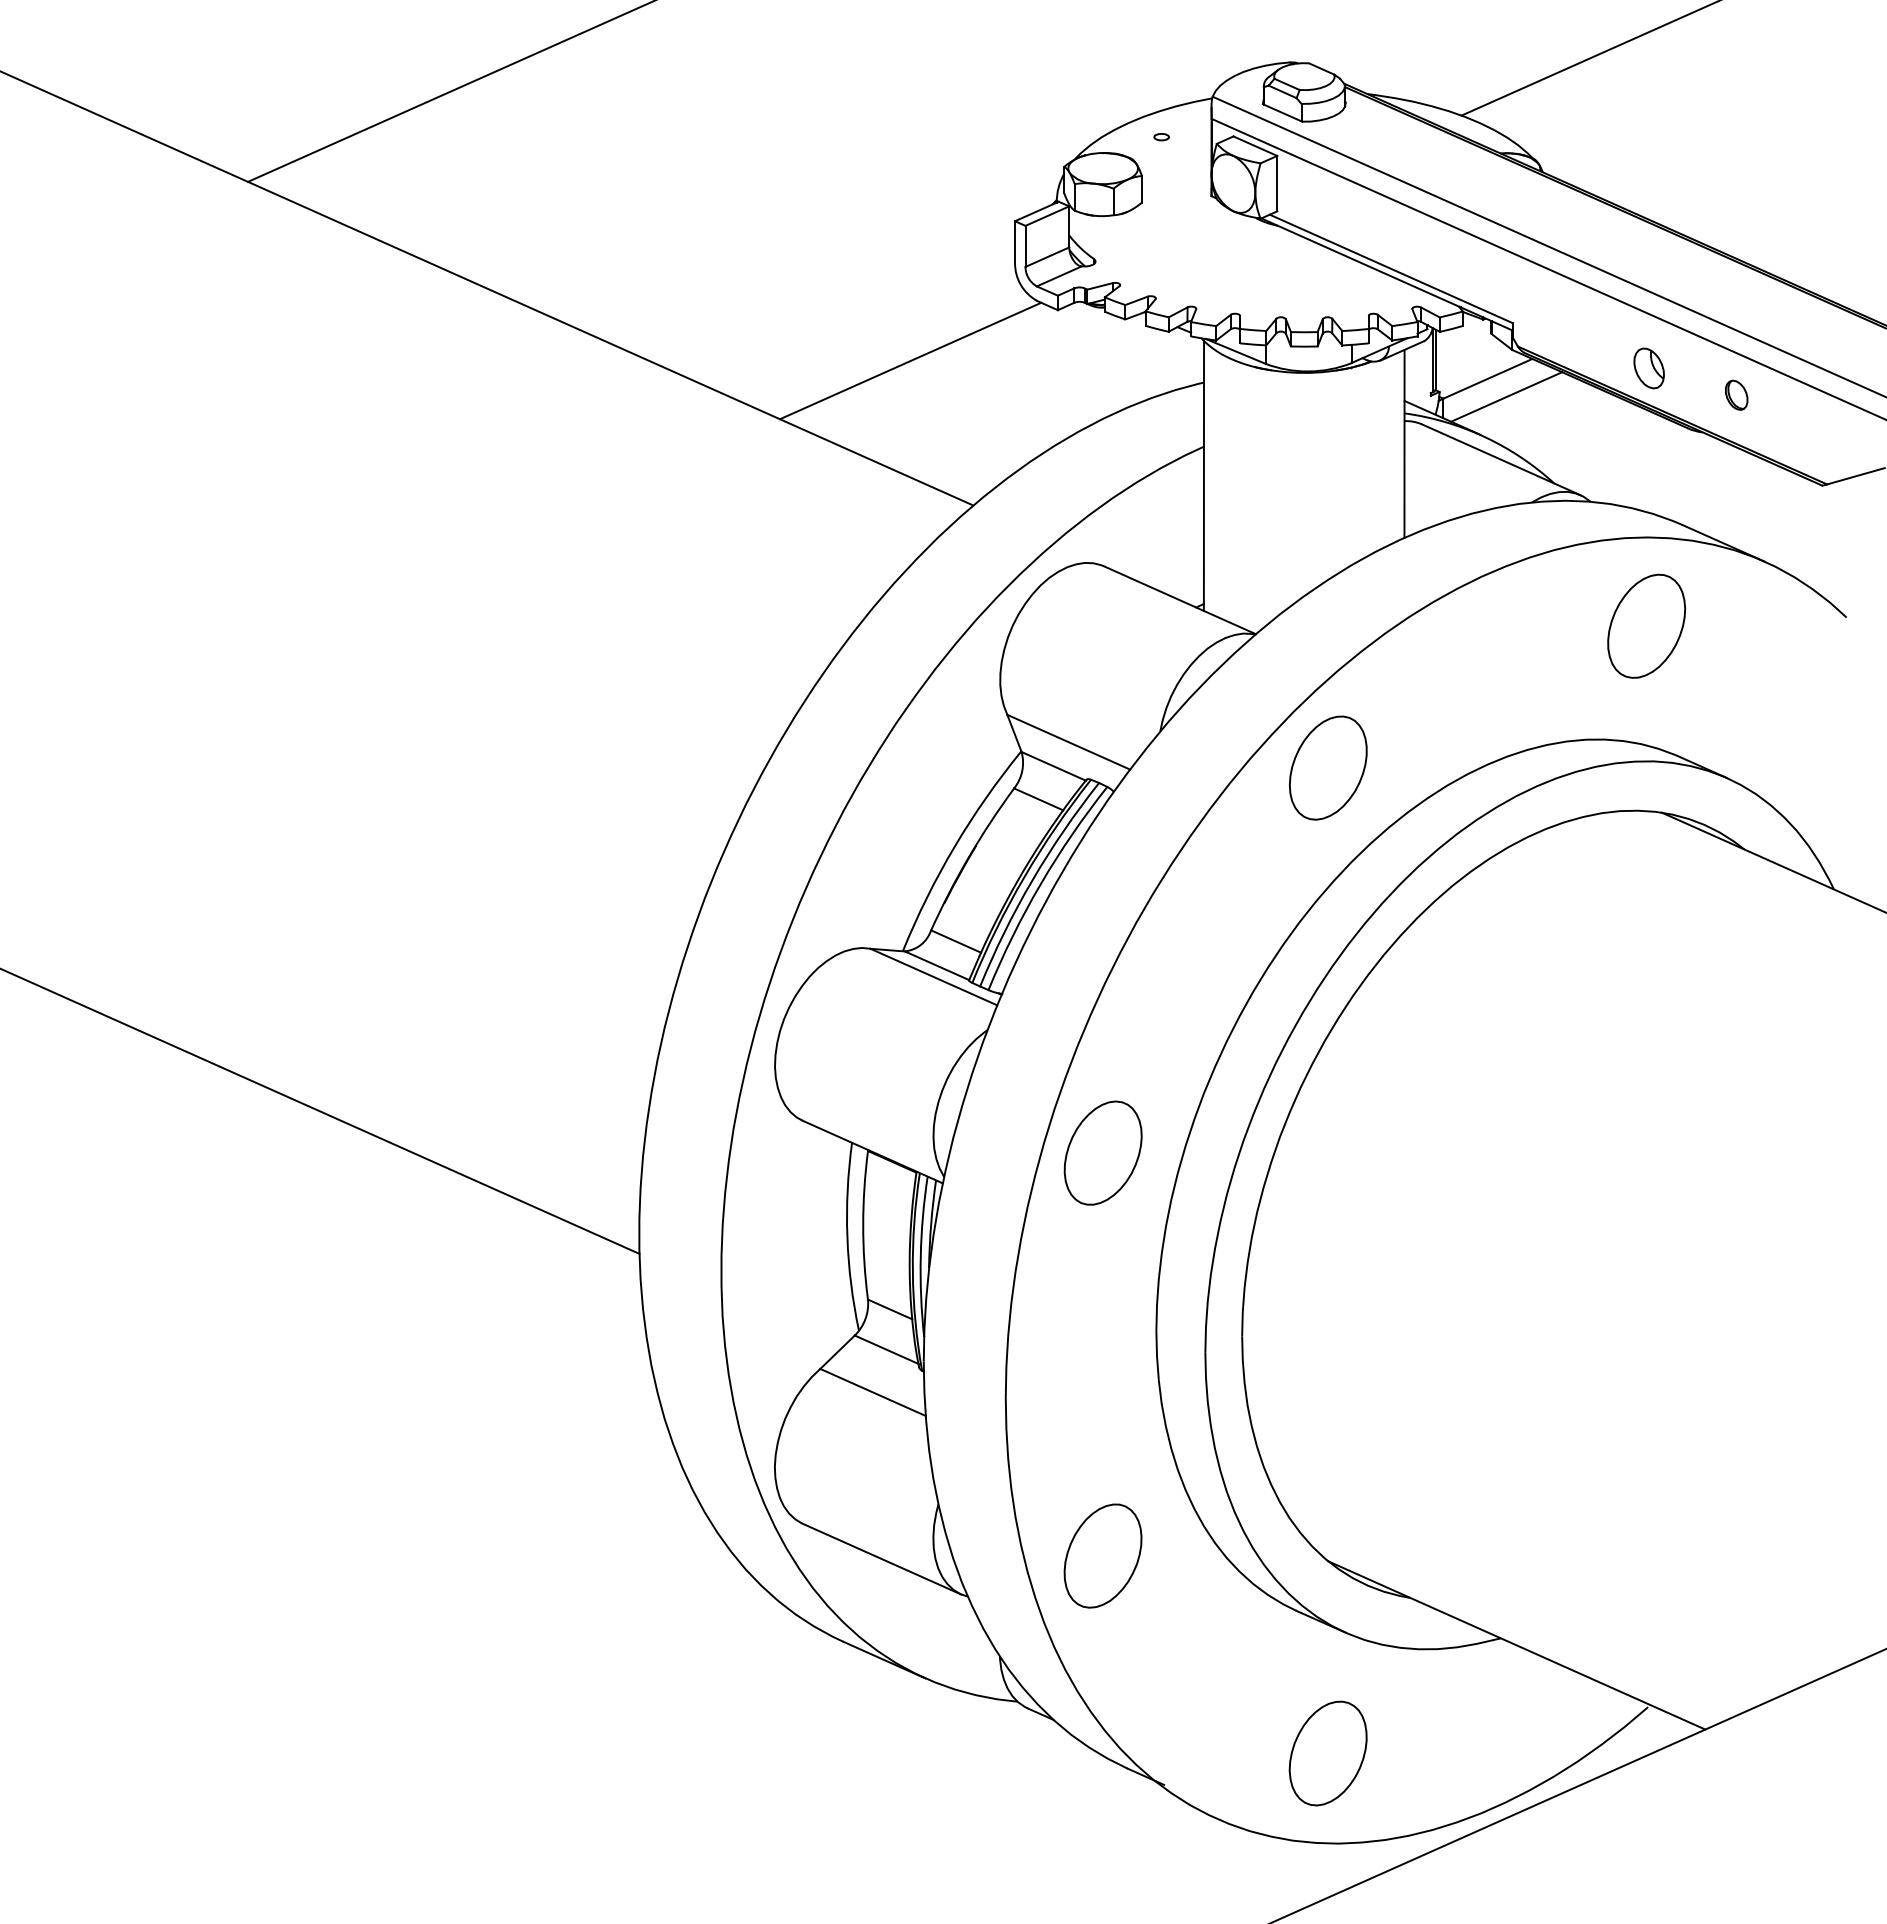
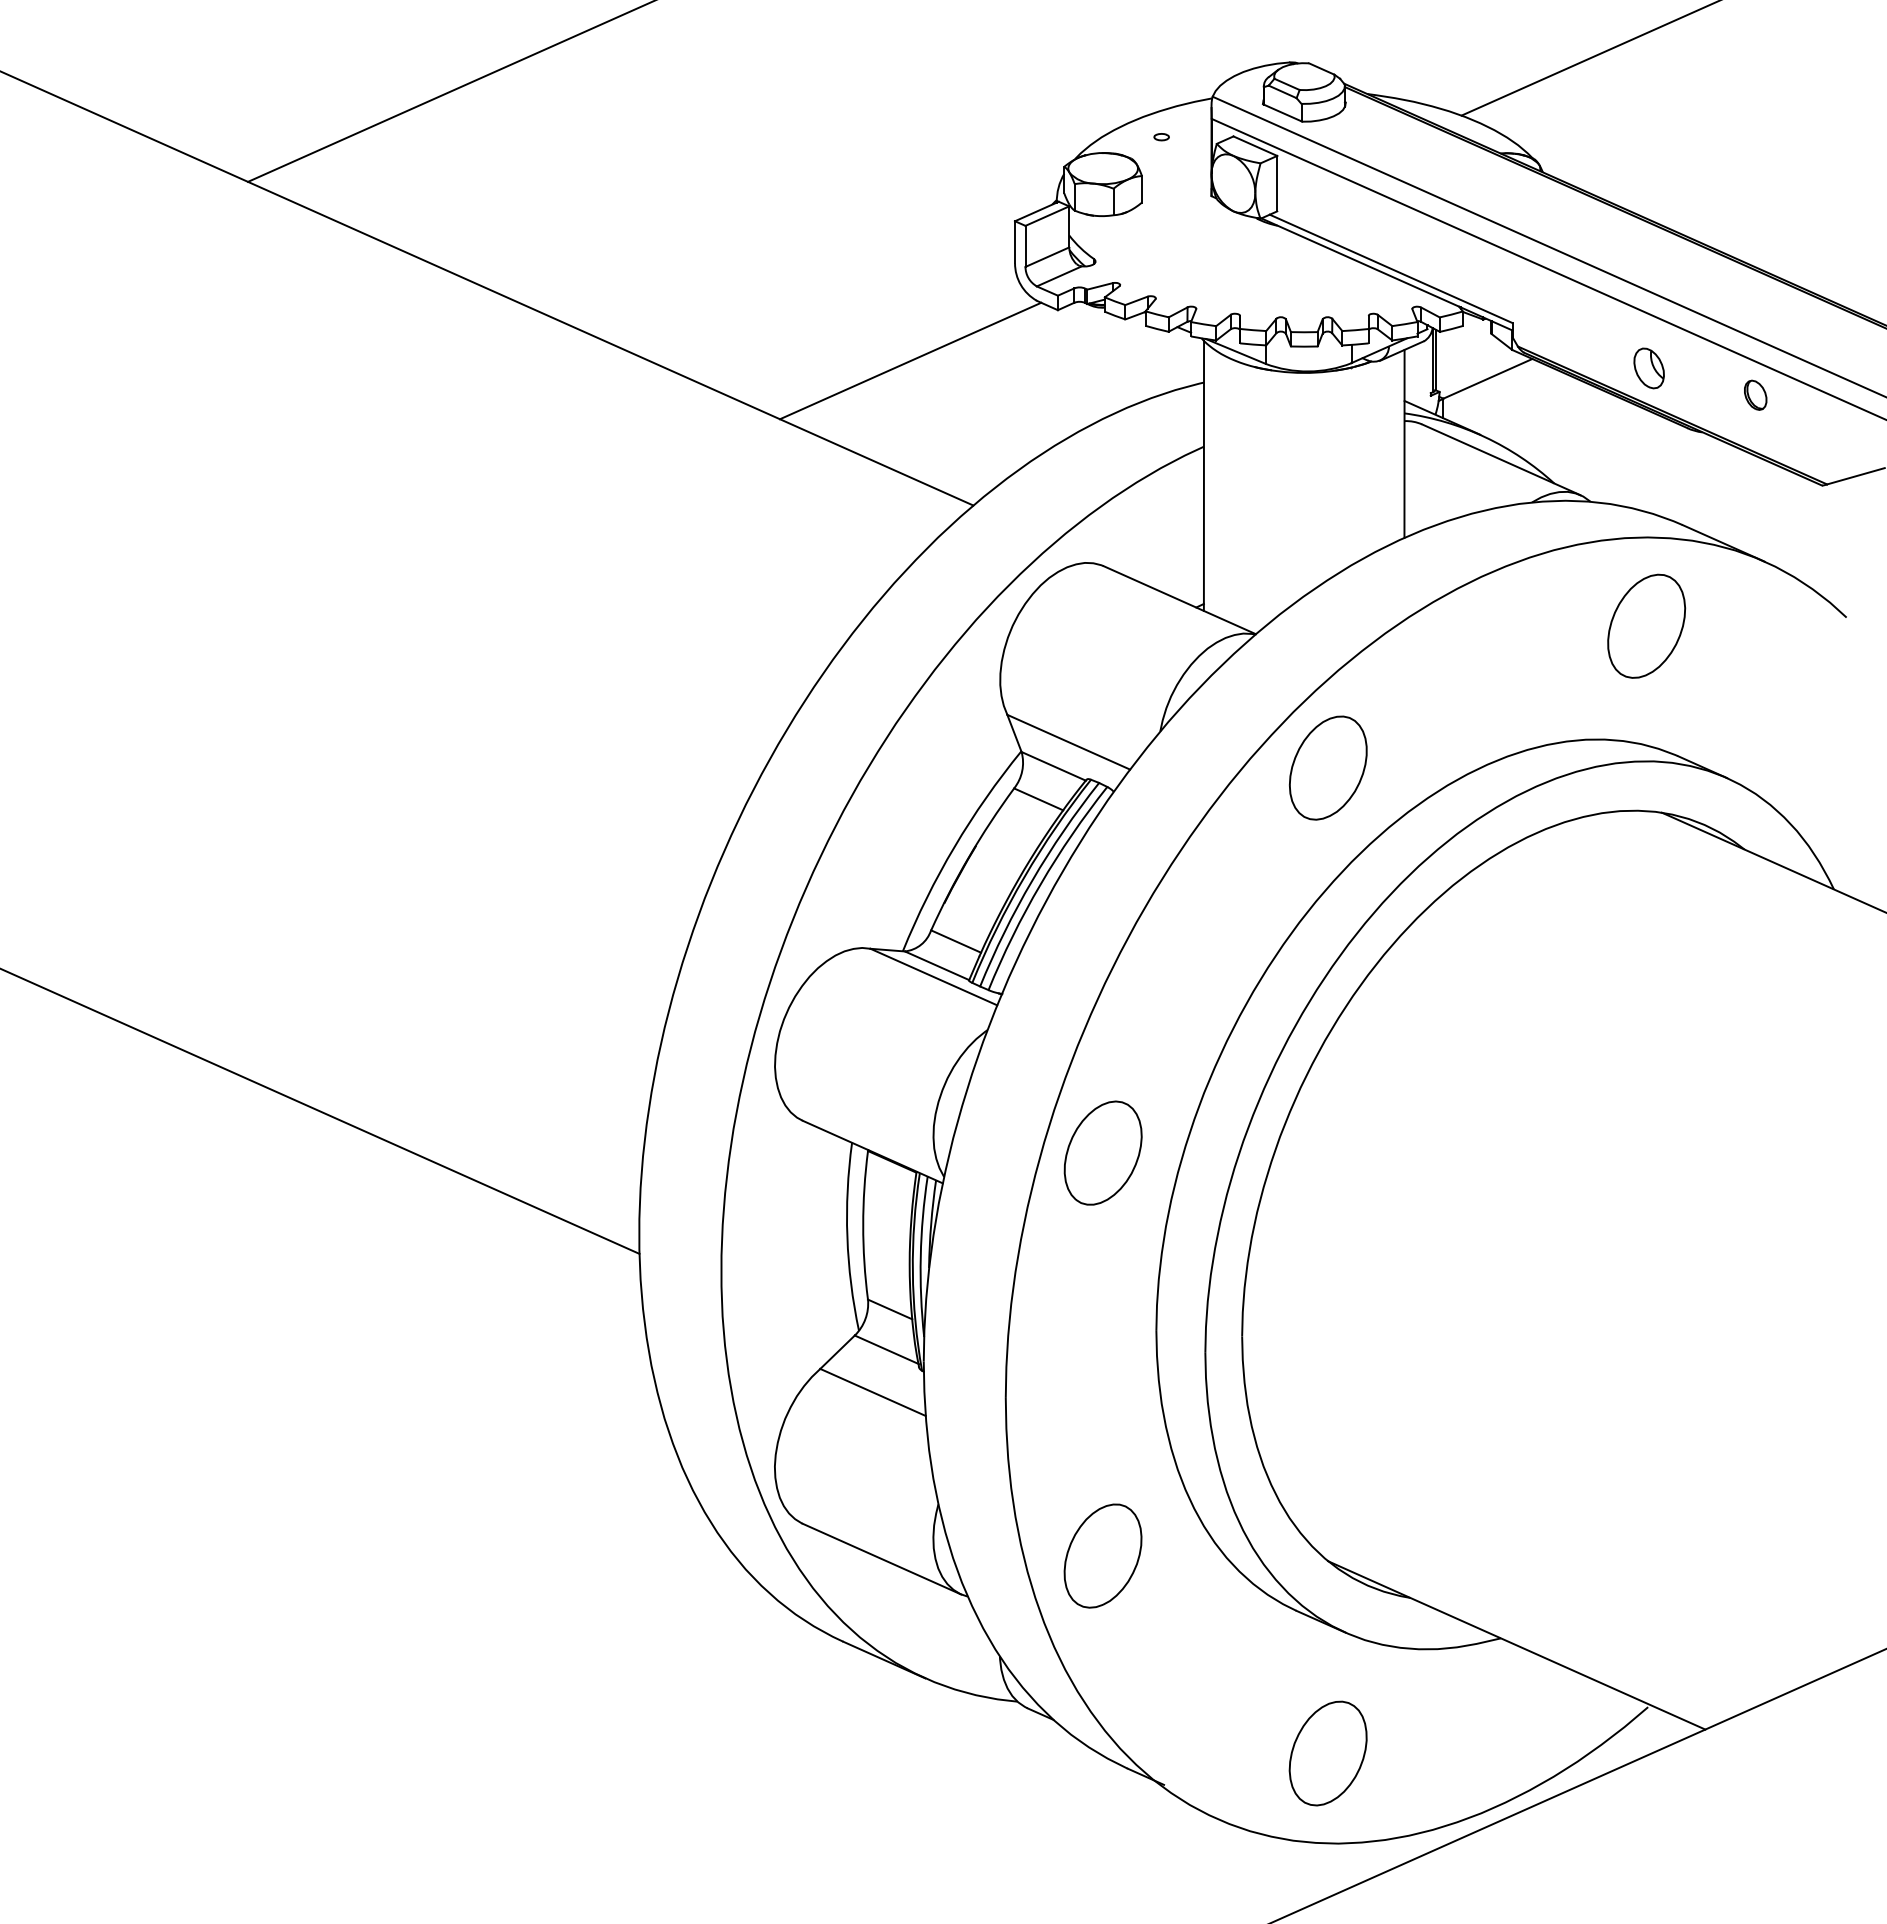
part at (1736, 394) position: (1736, 394) -> (1755, 394)
line at (1506, 396): present -> none
